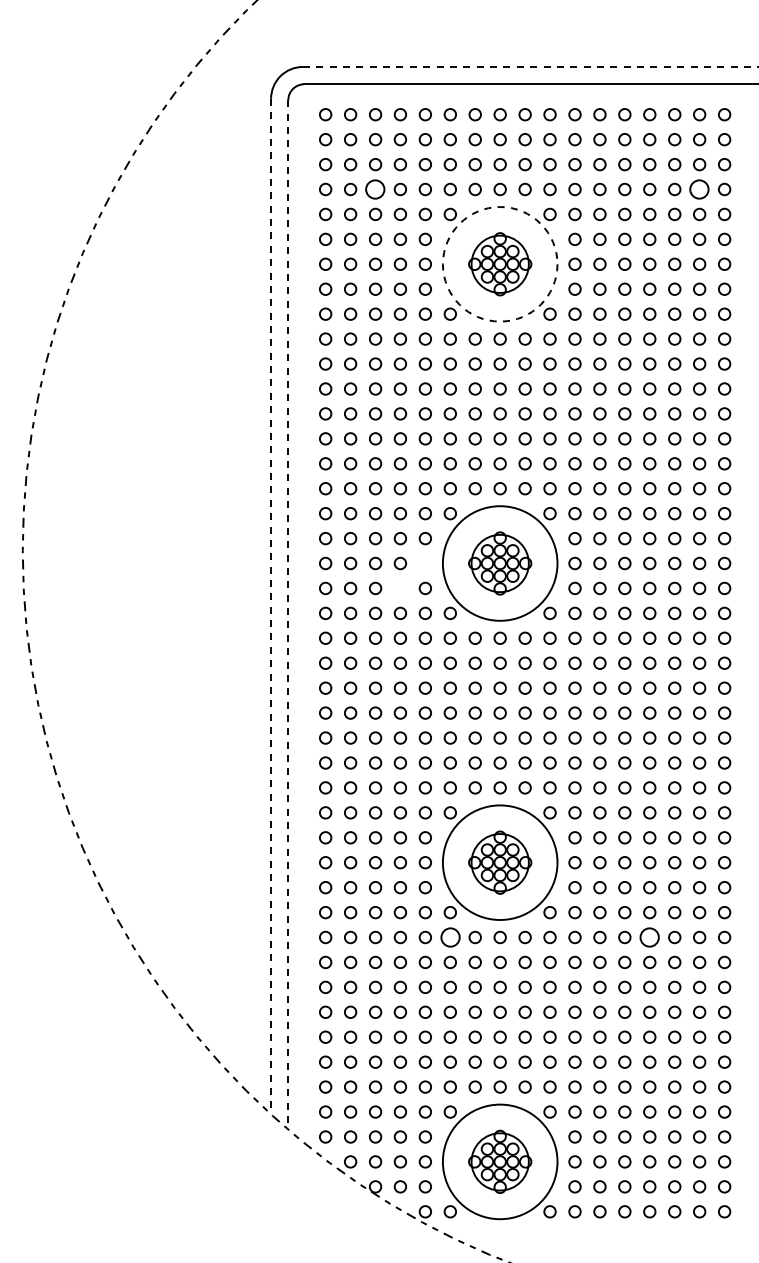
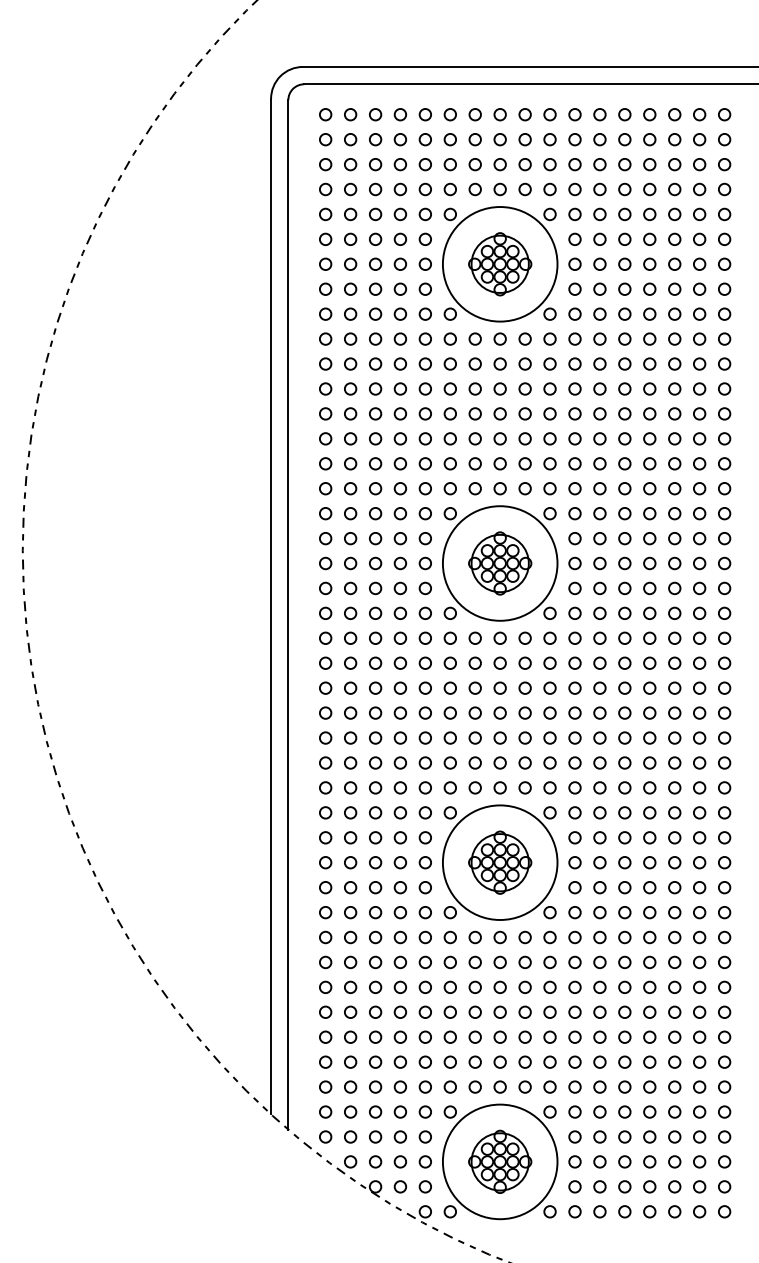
line at (530, 66): dashed -> solid
circle at (375, 189) size: 21x21 px -> 14x15 px
circle at (699, 189) size: 21x21 px -> 14x15 px
circle at (499, 264): dashed -> solid
circle at (424, 563): none -> present
circle at (399, 588): none -> present
line at (271, 606): dashed -> solid
line at (288, 615): dashed -> solid
circle at (450, 937) size: 21x21 px -> 14x15 px
circle at (649, 937) size: 21x21 px -> 14x15 px
